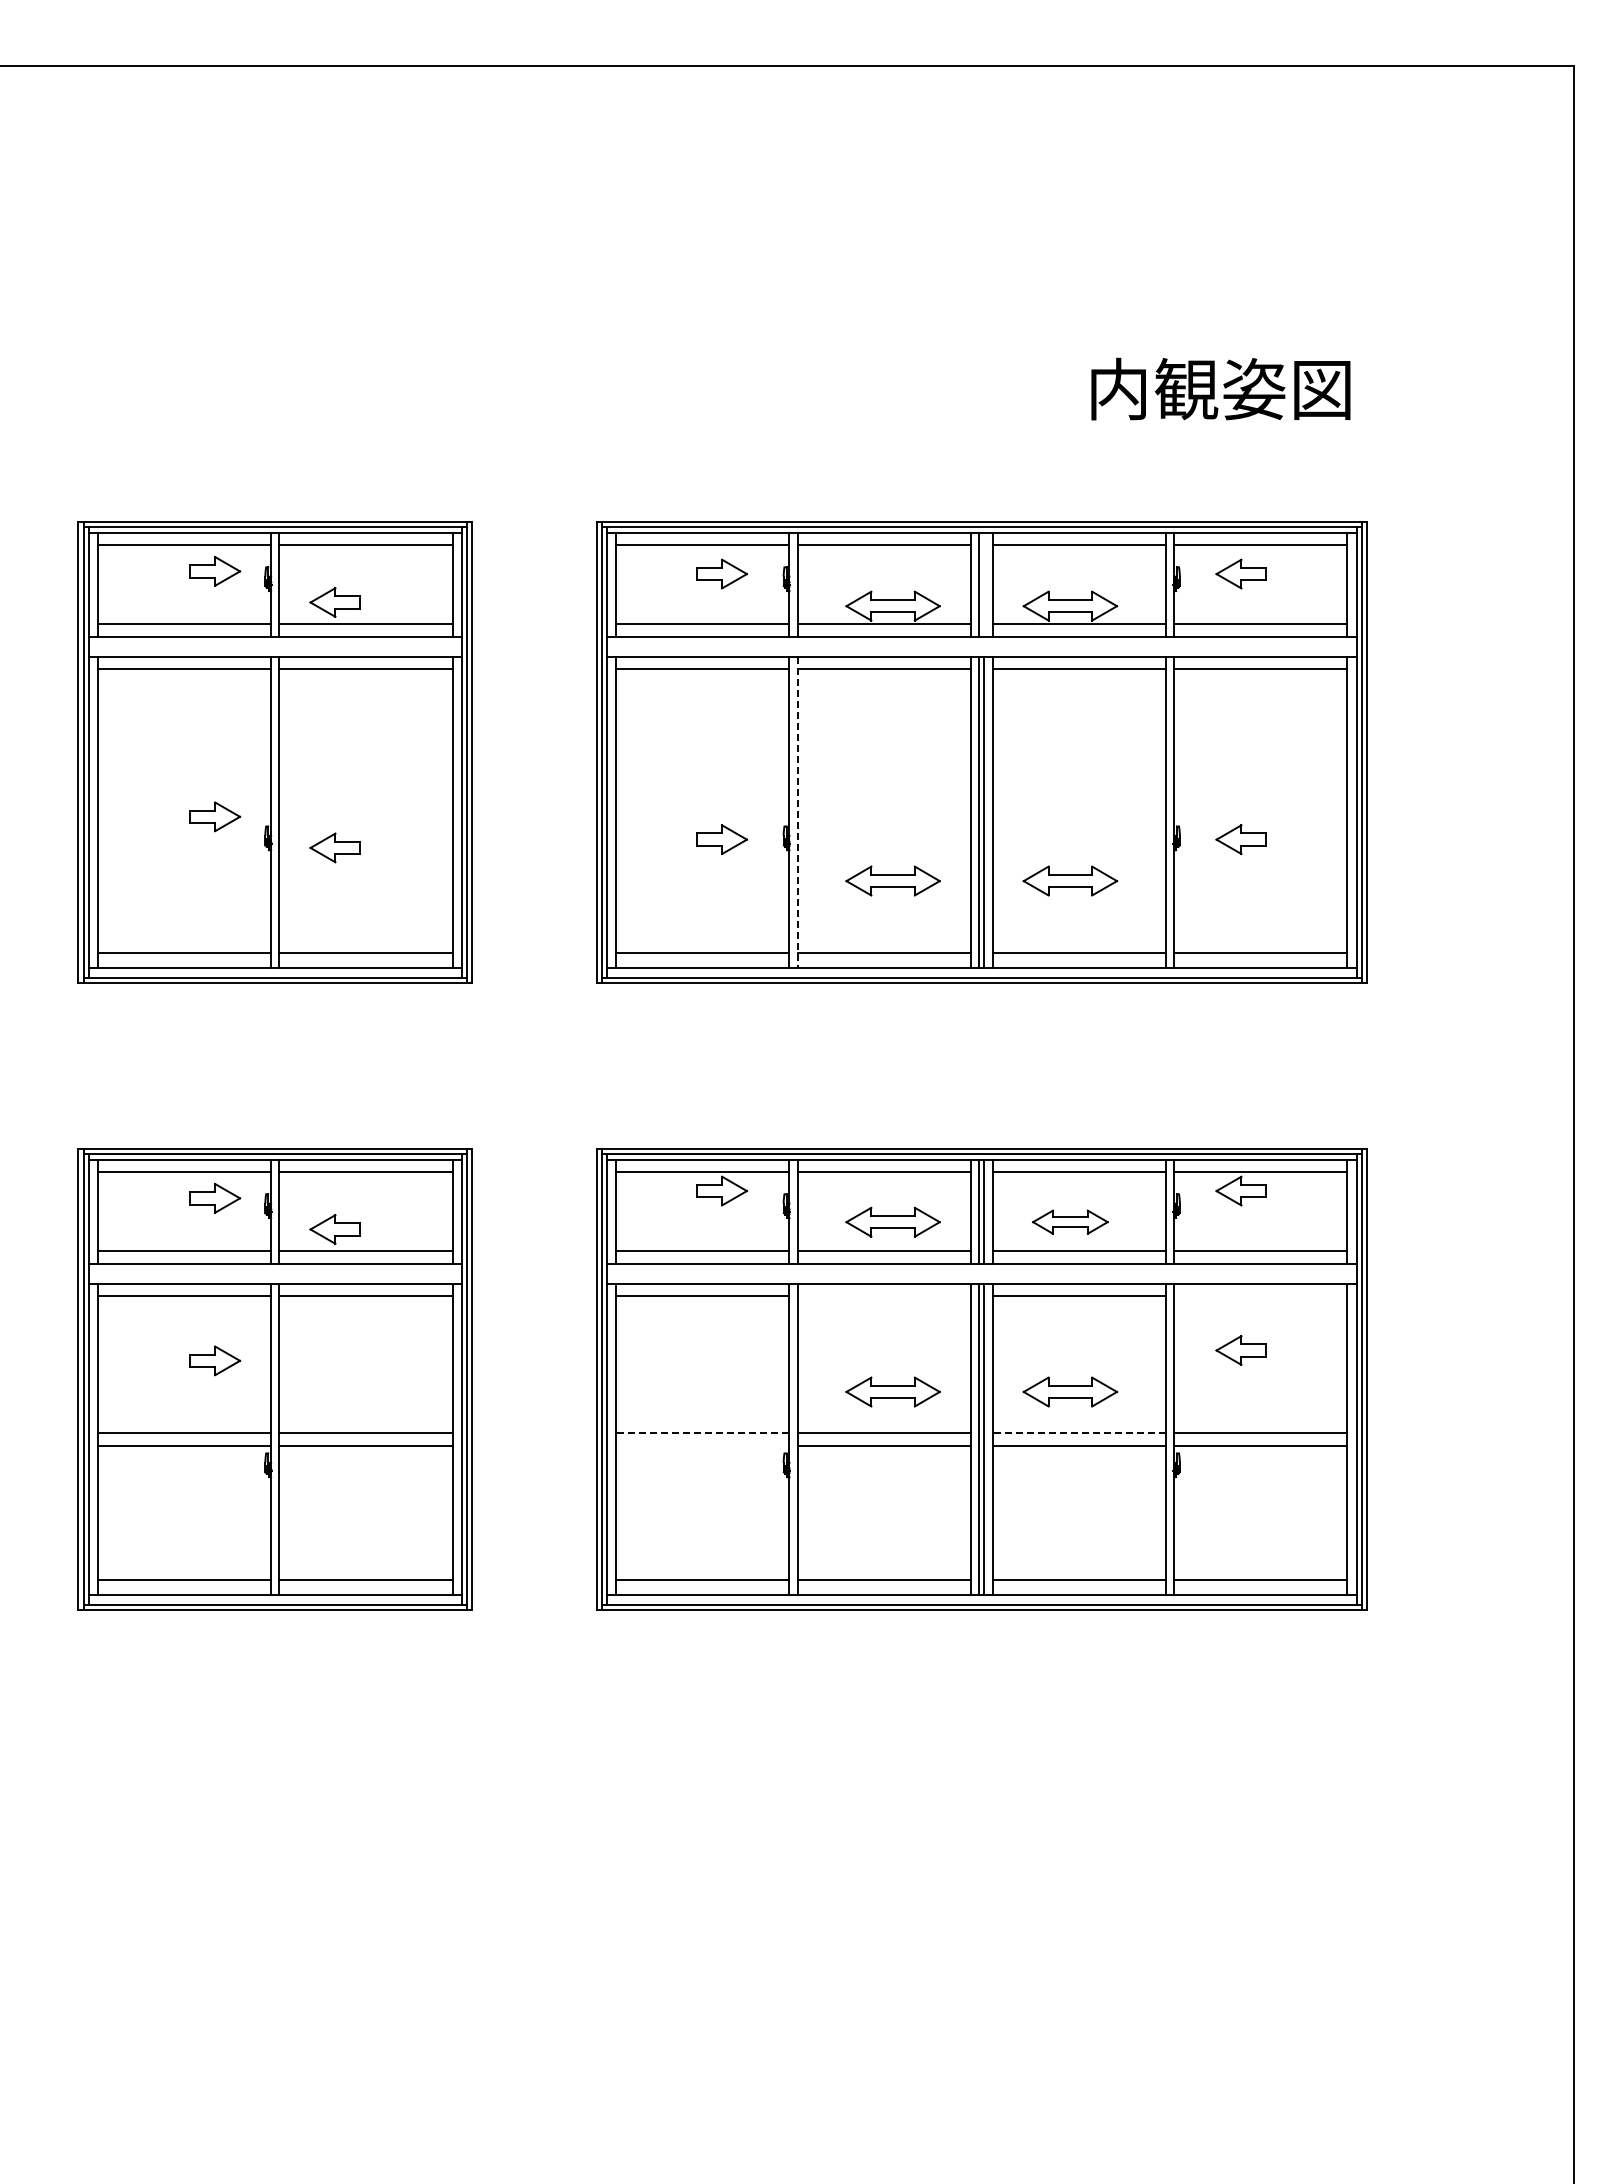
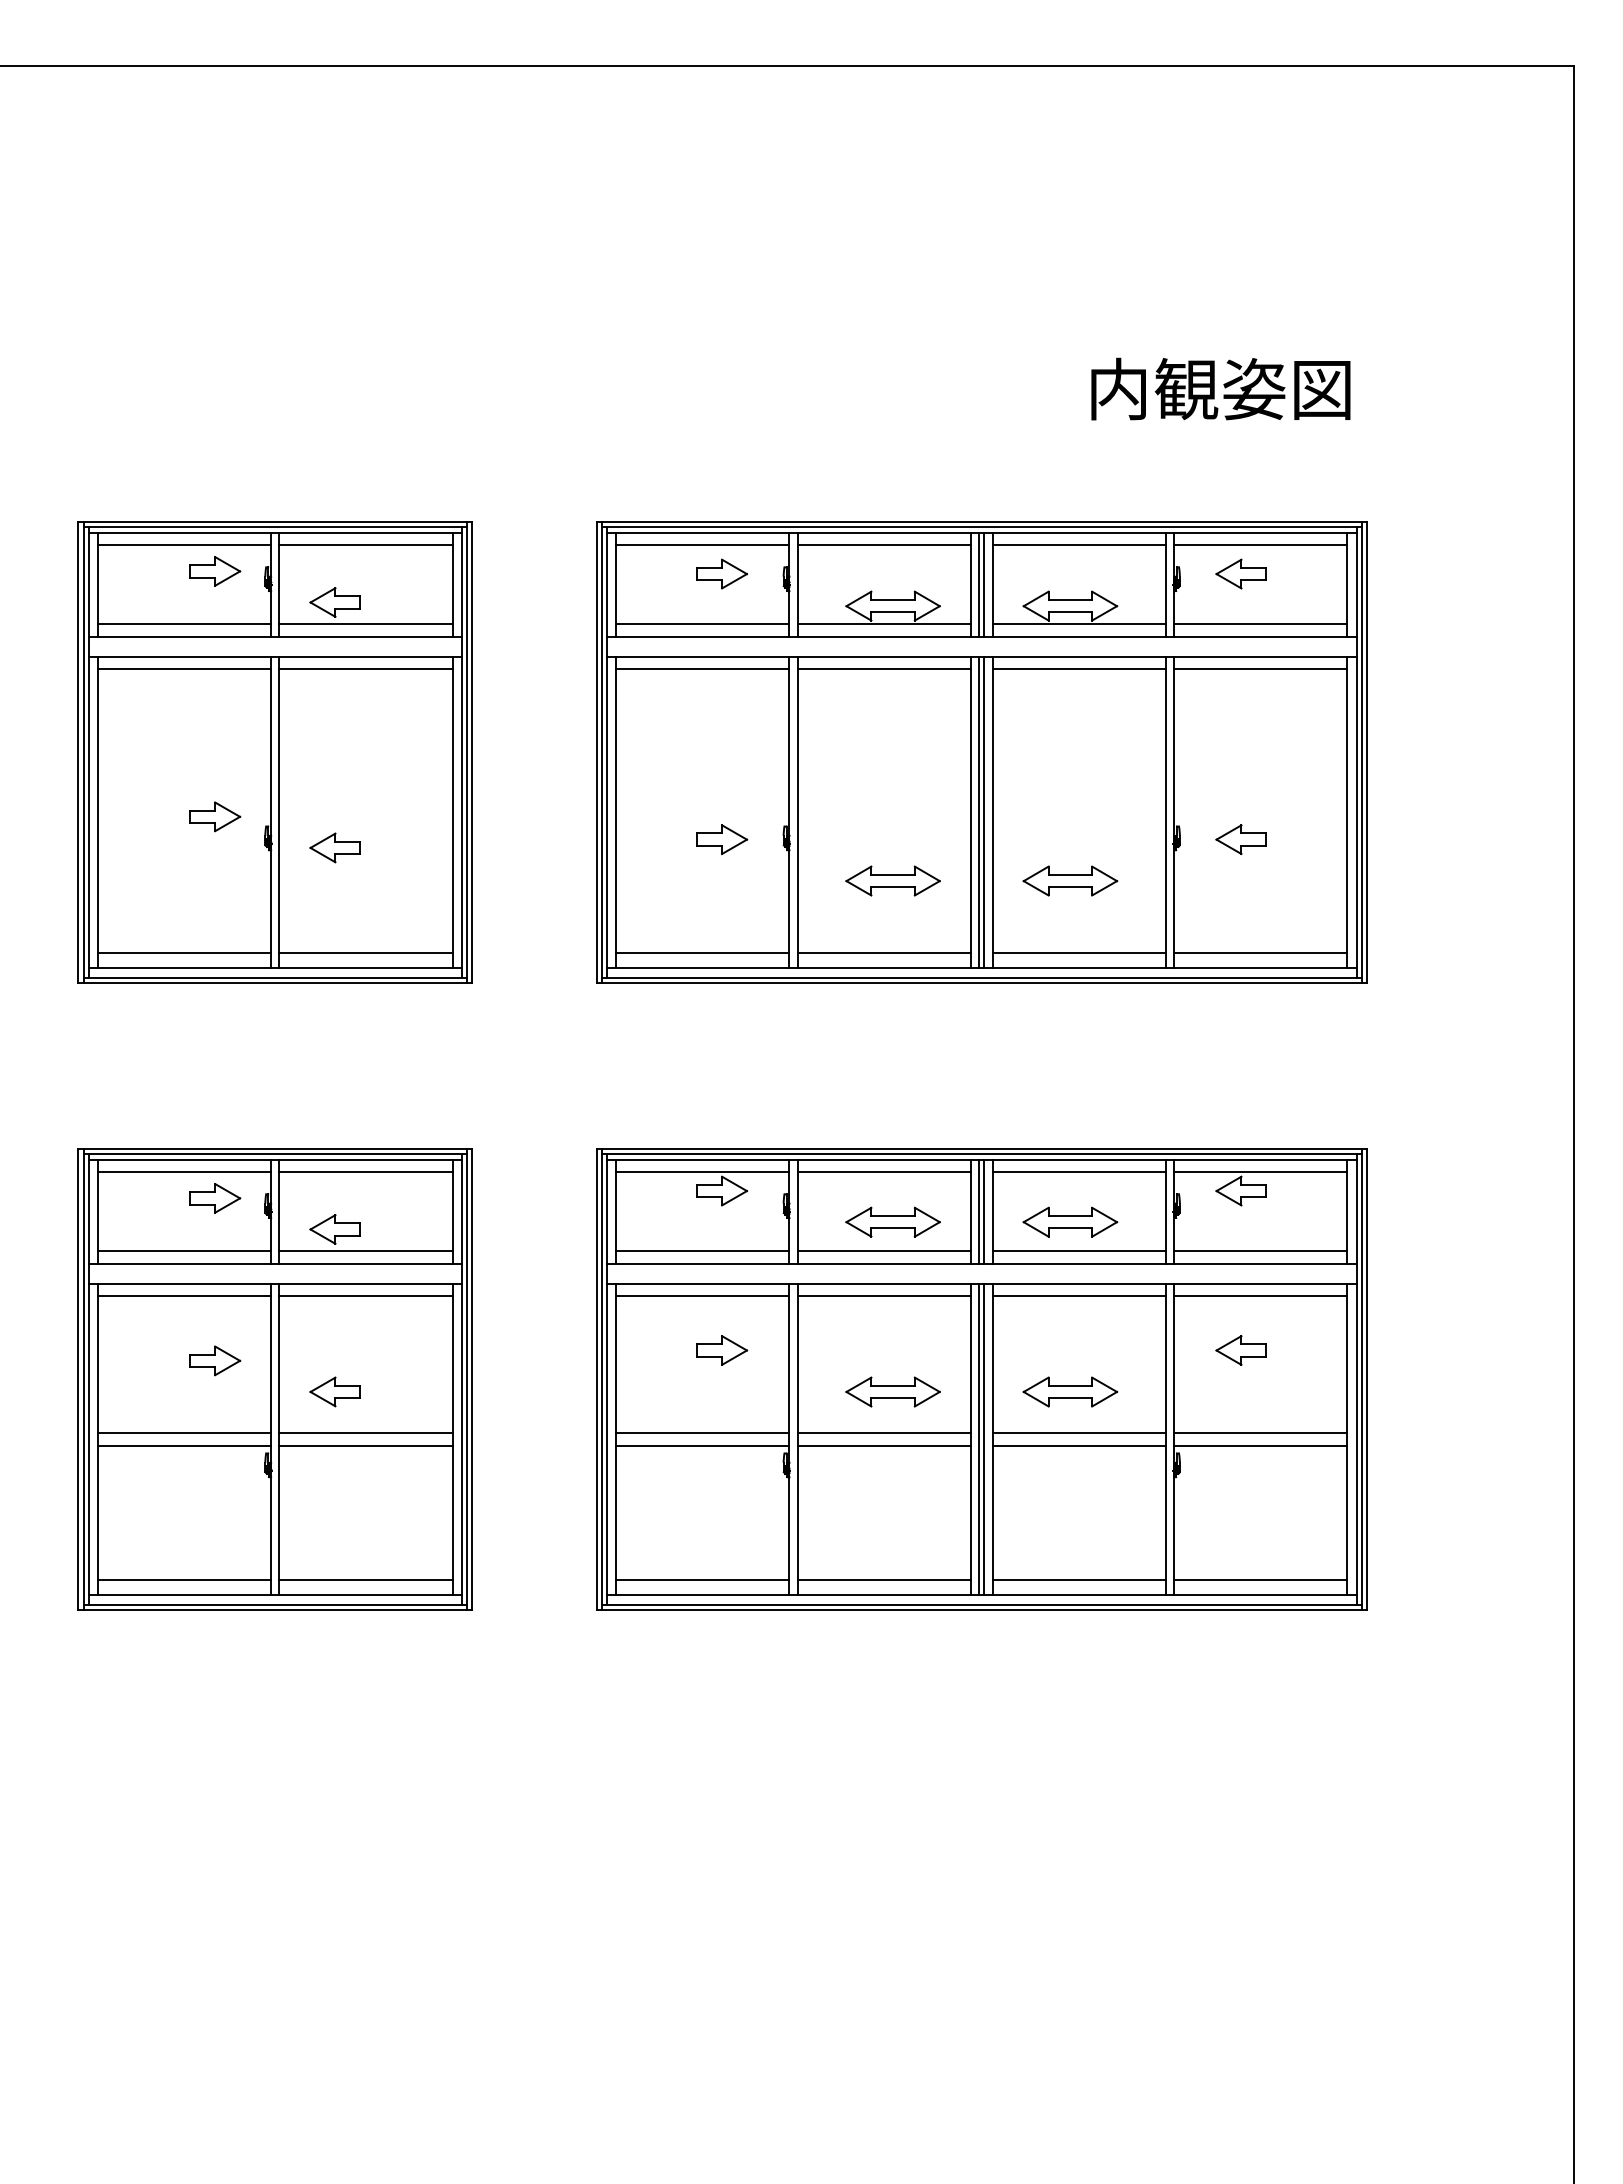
line at (984, 584): none -> present
line at (797, 813): dashed -> solid
part at (1070, 1221) size: 77x26 px -> 97x32 px
line at (883, 1296): none -> present
line at (1260, 1296): none -> present
part at (722, 1350): none -> present
part at (334, 1391): none -> present
line at (702, 1433): dashed -> solid
line at (1079, 1433): dashed -> solid
line at (702, 1445): none -> present
